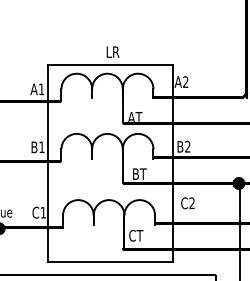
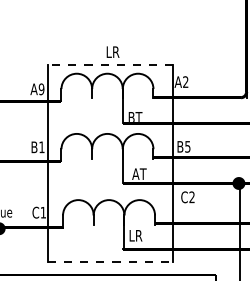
line at (110, 64): solid -> dashed
text at (41, 89): A1 -> A9
text at (131, 116): AT -> BT
text at (187, 146): B2 -> B5
text at (135, 173): BT -> AT
text at (187, 203) position: (187, 203) -> (187, 197)
text at (136, 235): CT -> LR
line at (111, 262): solid -> dashed
